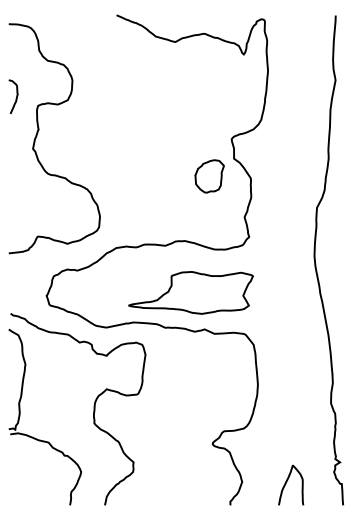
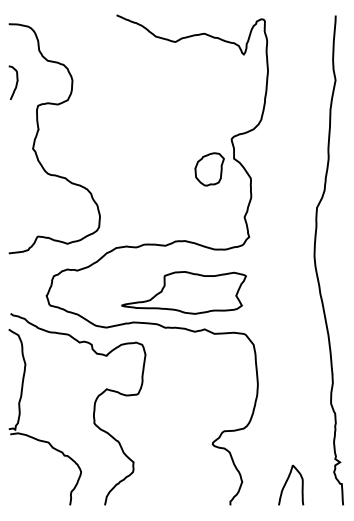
curve at (15, 98) position: (15, 98) -> (15, 84)
part at (209, 176) position: (209, 176) -> (209, 169)
part at (190, 292) position: (190, 292) -> (183, 292)
